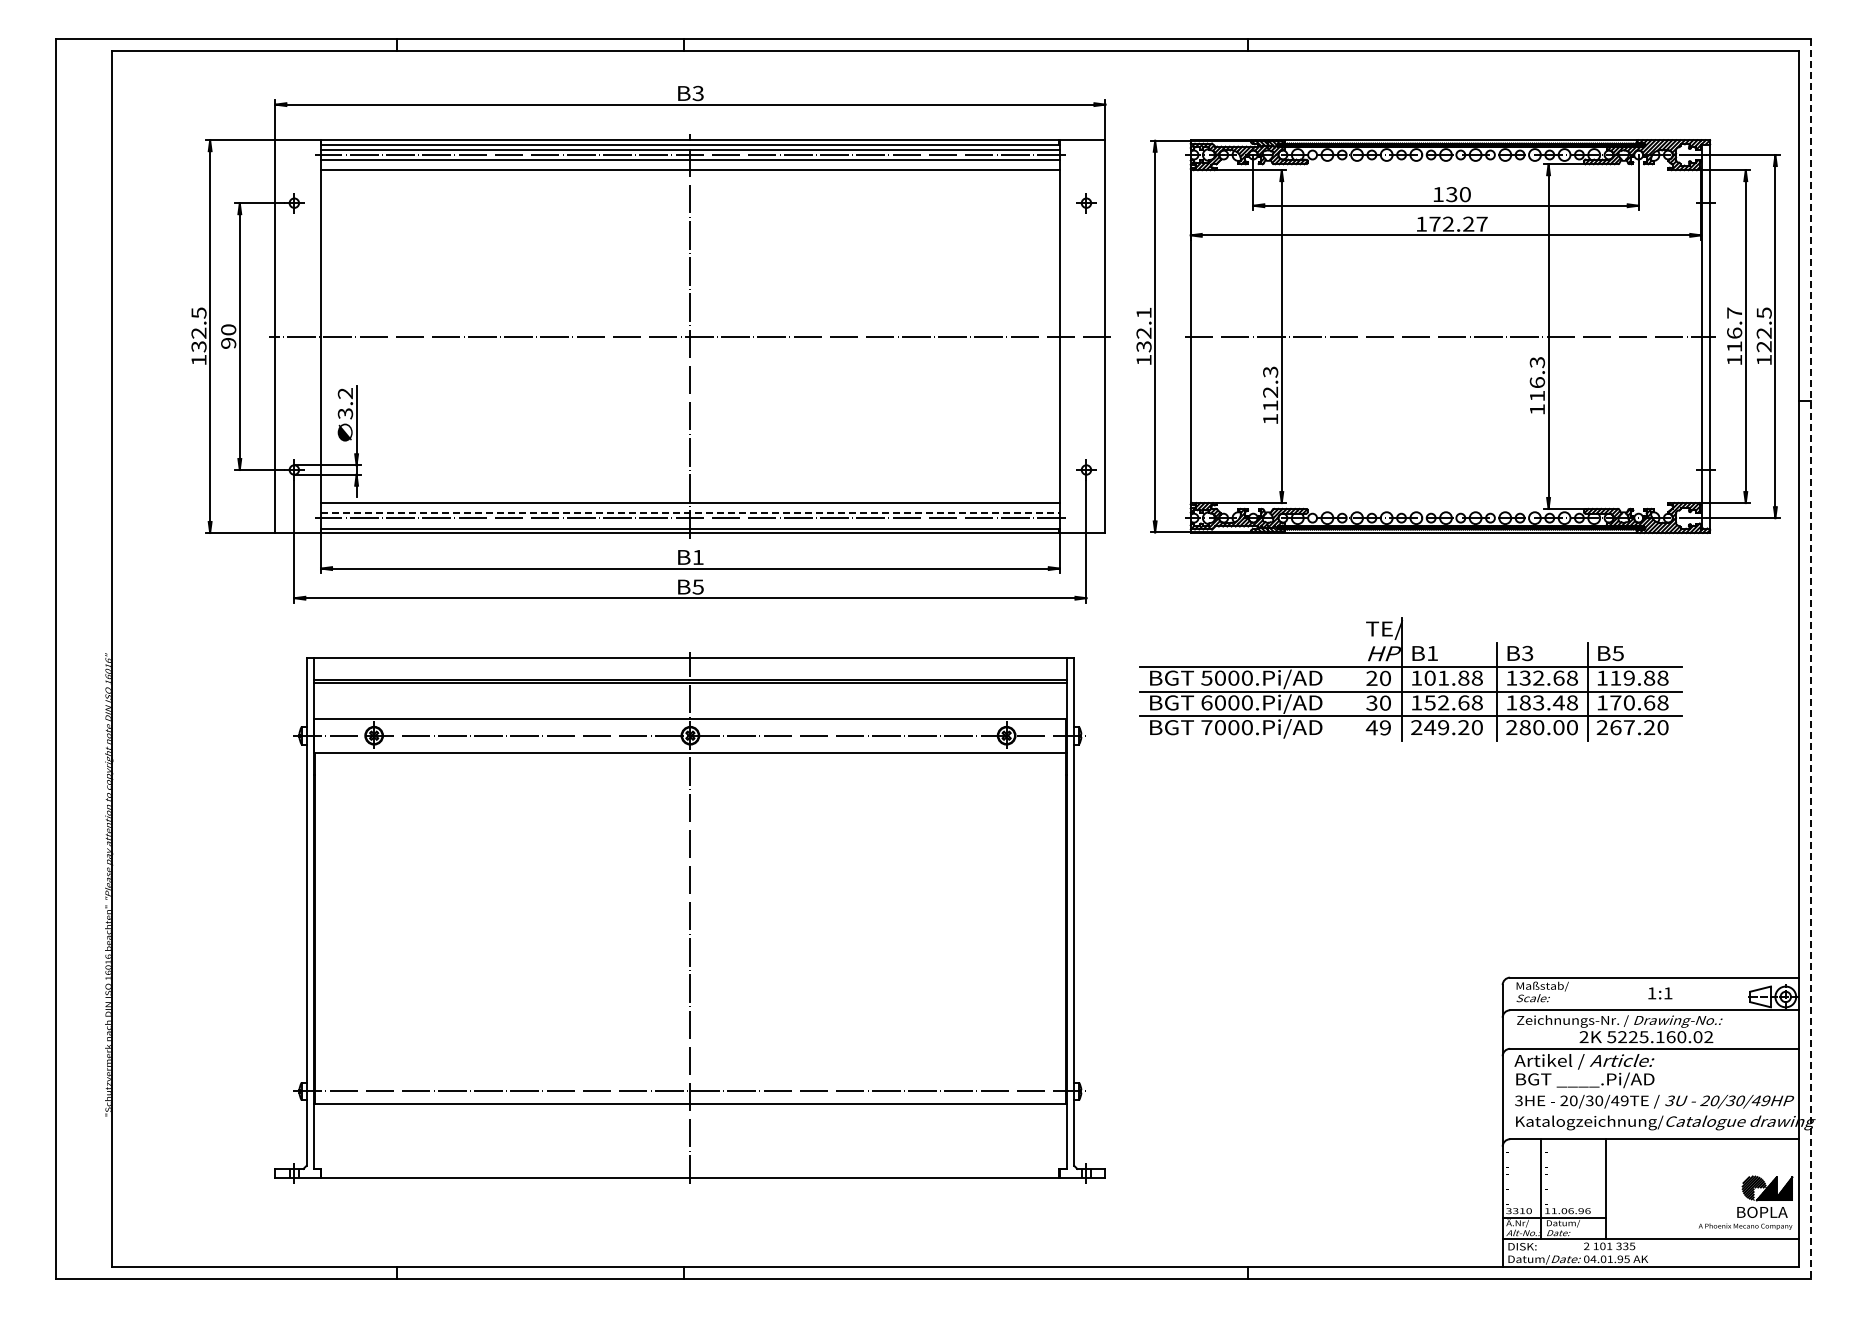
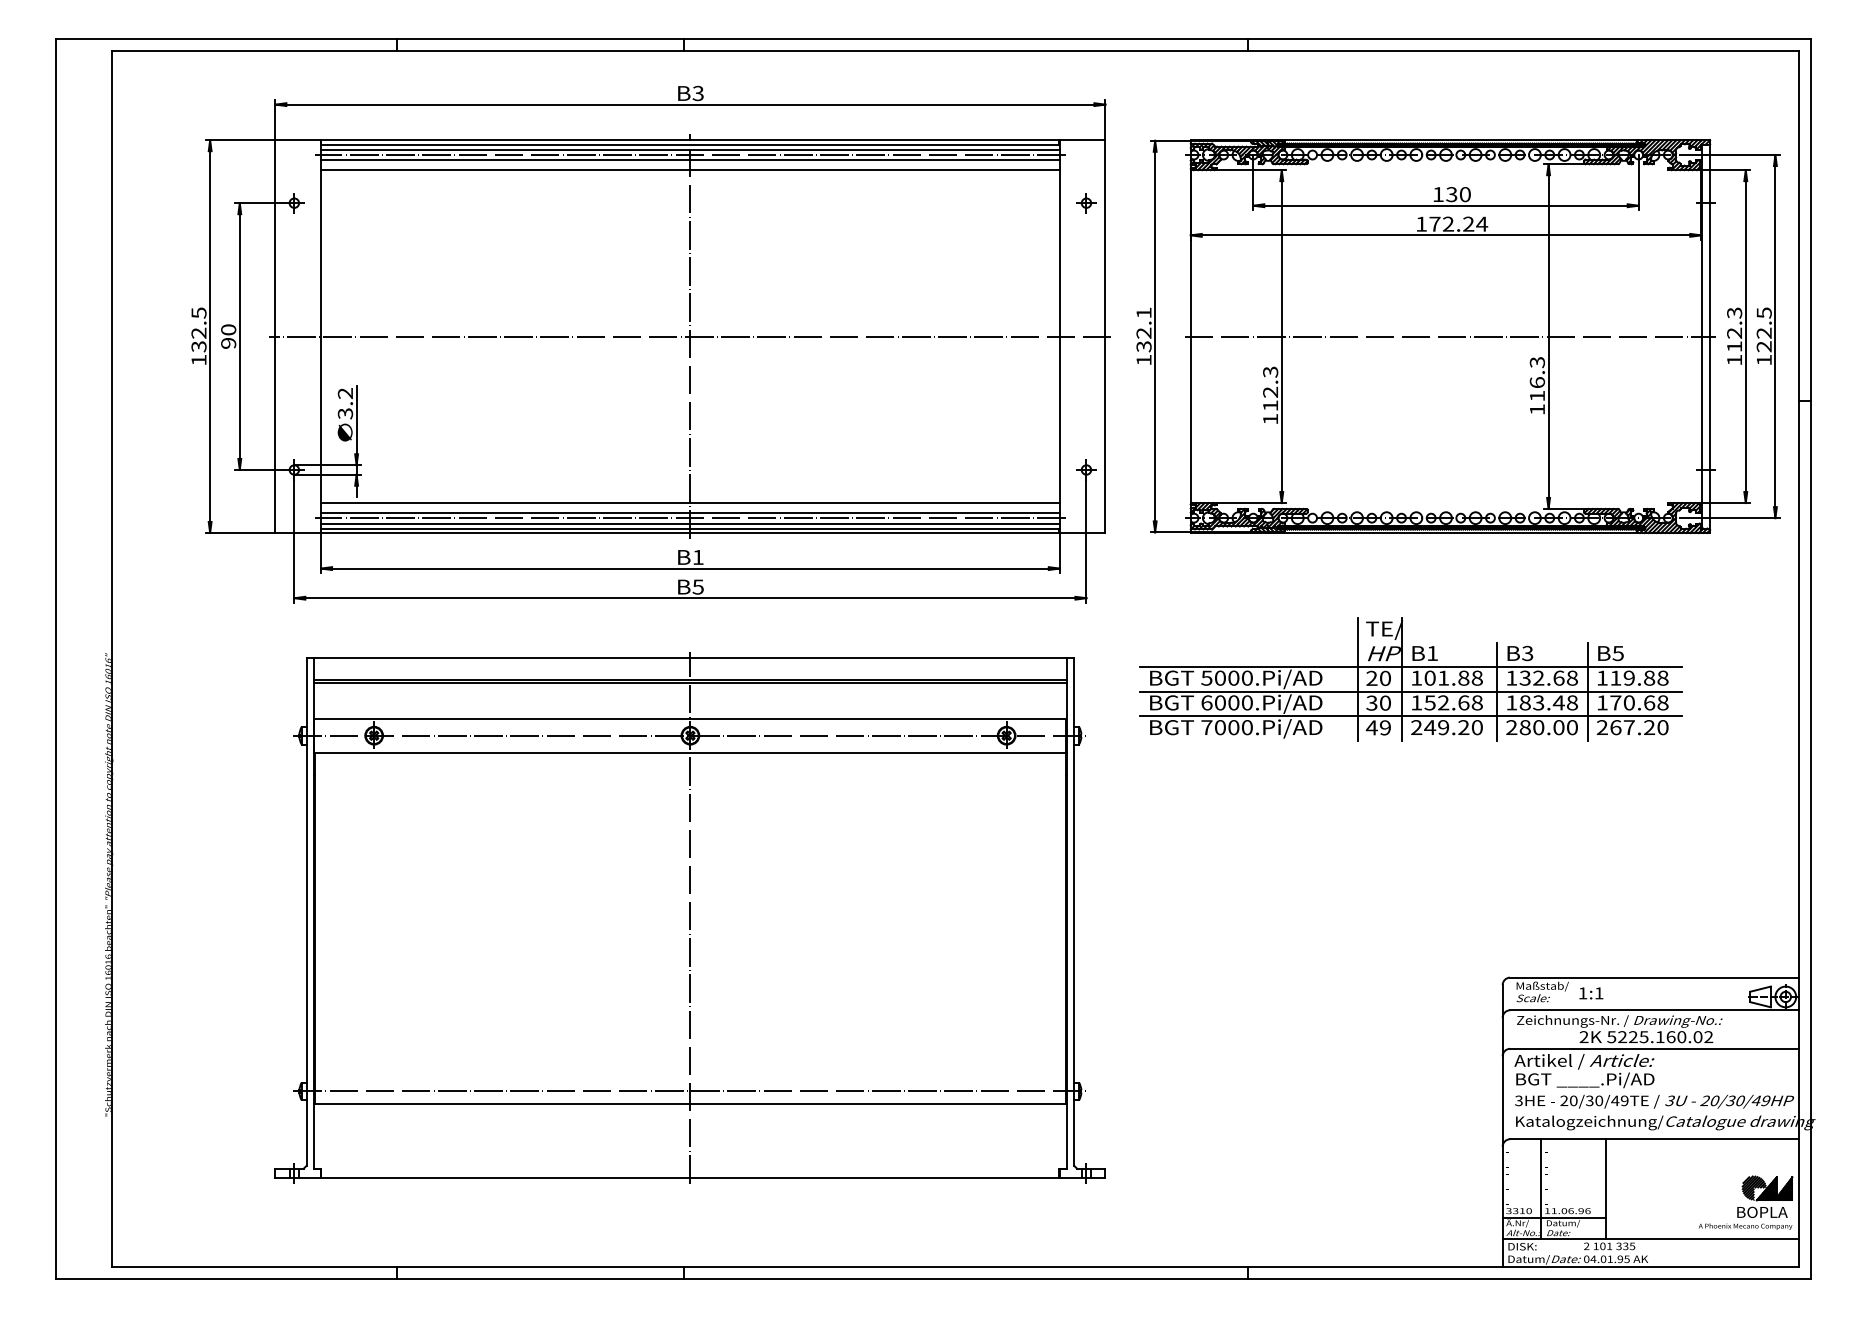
text at (1482, 223): 172.27 -> 172.24
text at (1734, 322): 116.7 -> 112.3
line at (690, 512): dashed -> solid
line at (690, 523): none -> present
line at (1810, 659): dashed -> solid
line at (1357, 679): none -> present
text at (1660, 993) position: (1660, 993) -> (1591, 993)
